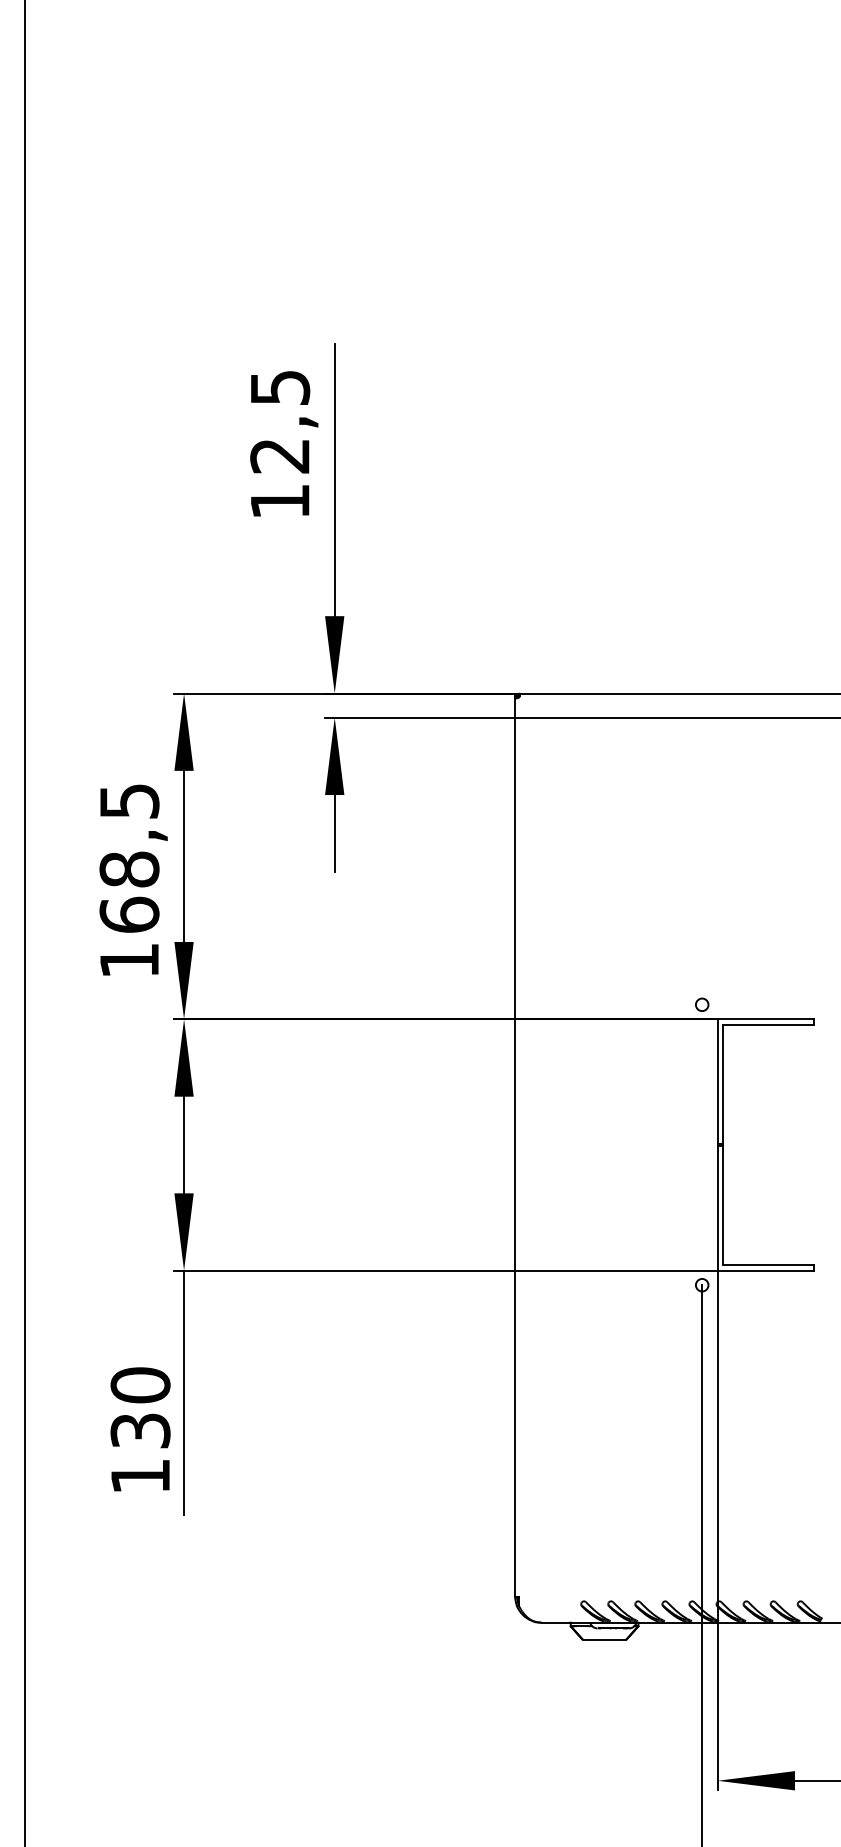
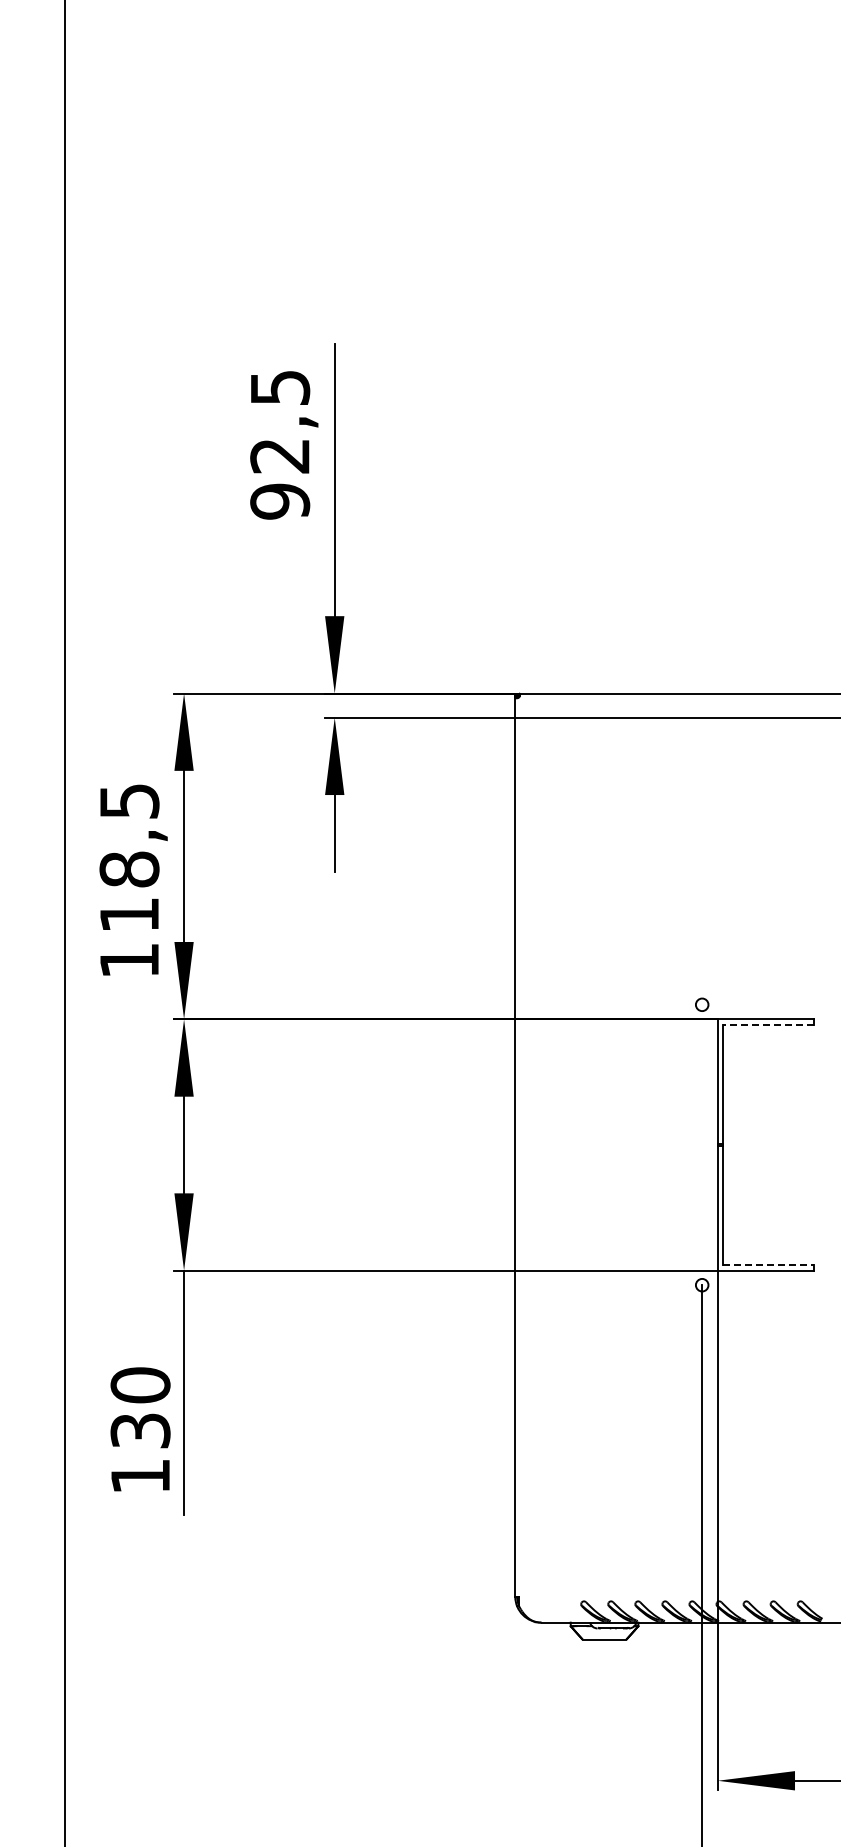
text at (280, 501): 12,5 -> 92,5
text at (129, 914): 168,5 -> 118,5
line at (25, 922) position: (25, 922) -> (65, 922)
line at (768, 1025): solid -> dashed
line at (769, 1264): solid -> dashed
